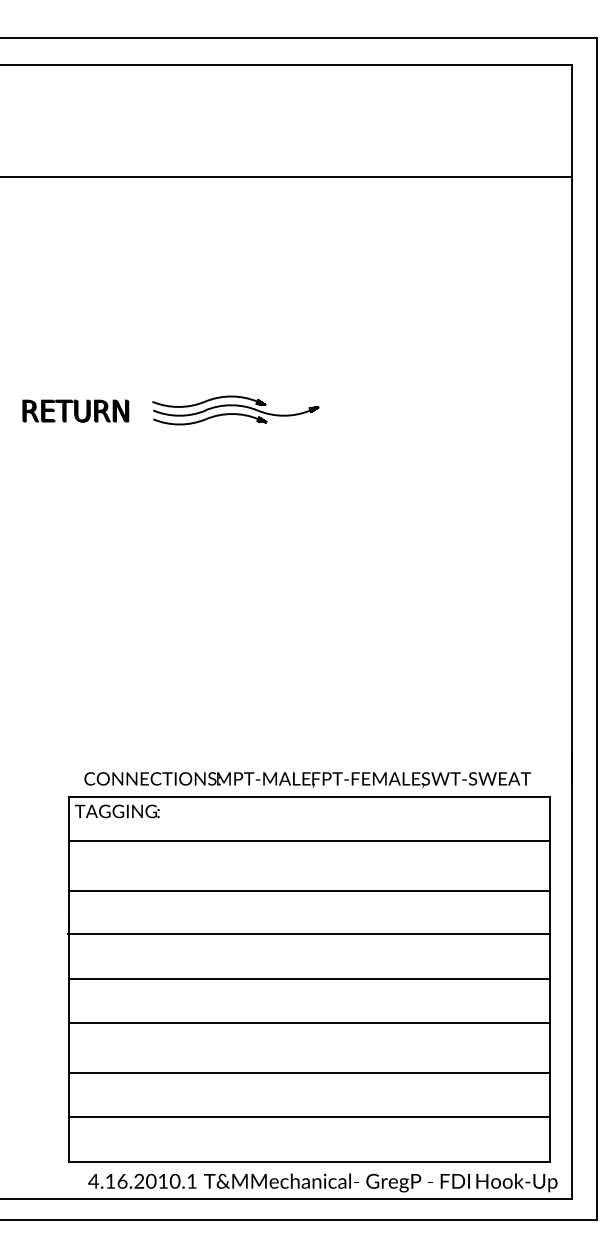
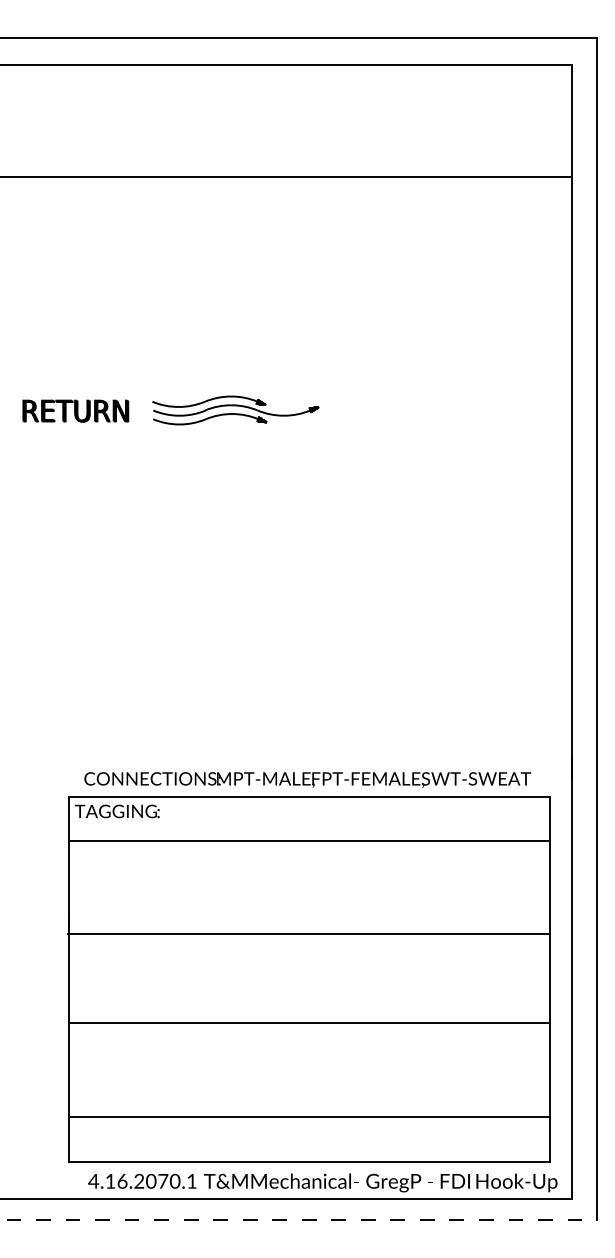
line at (308, 891): present -> none
line at (308, 978): present -> none
line at (308, 1073): present -> none
text at (163, 1181): 4.16.2010.1 -> 4.16.2070.1
line at (298, 1220): solid -> dashed
